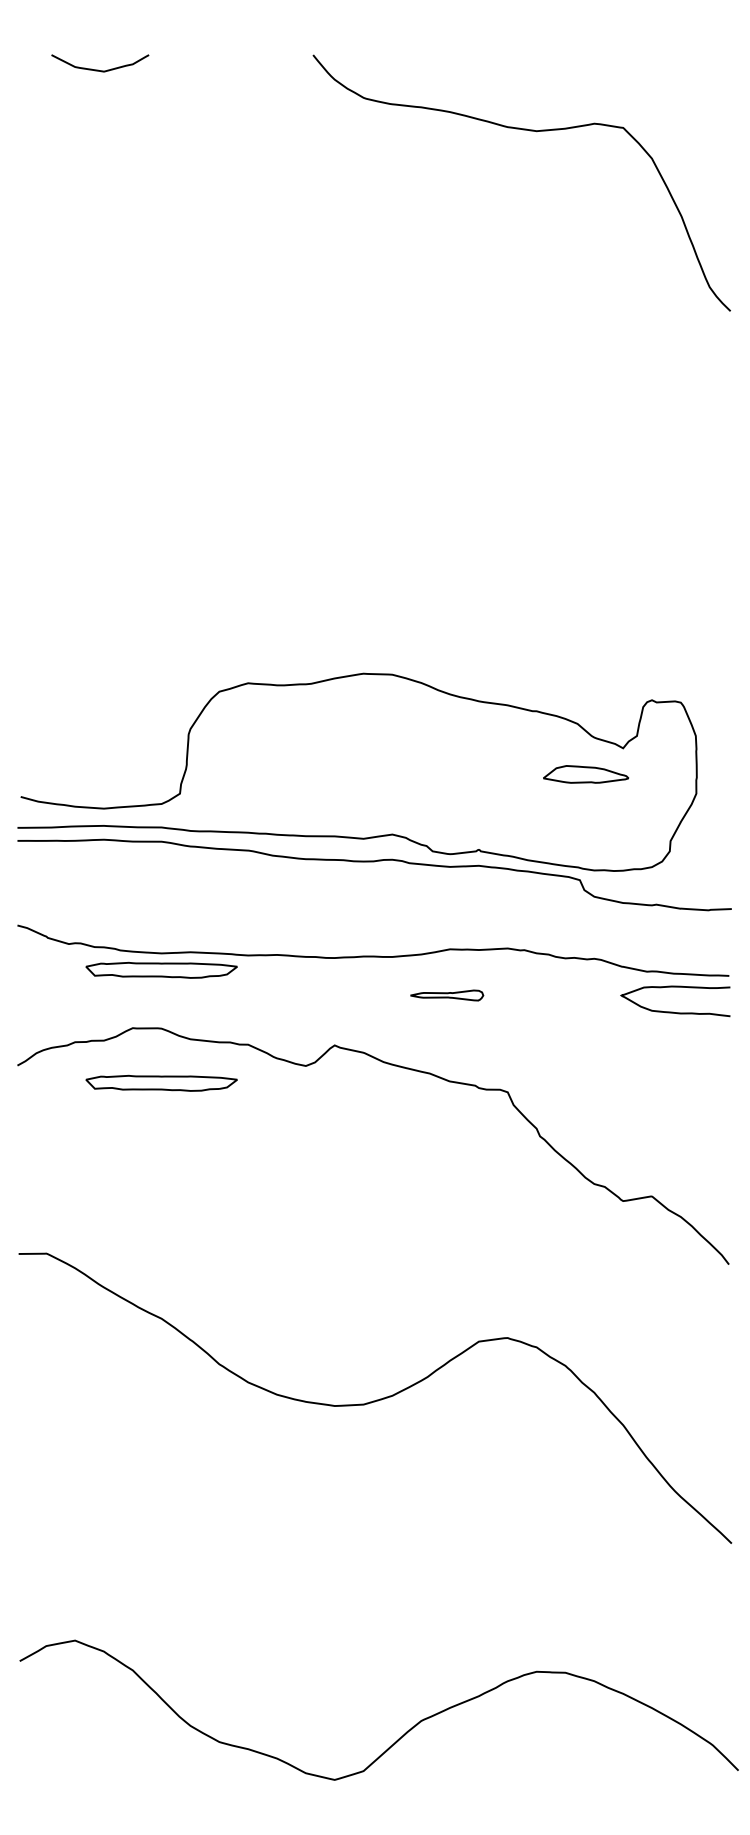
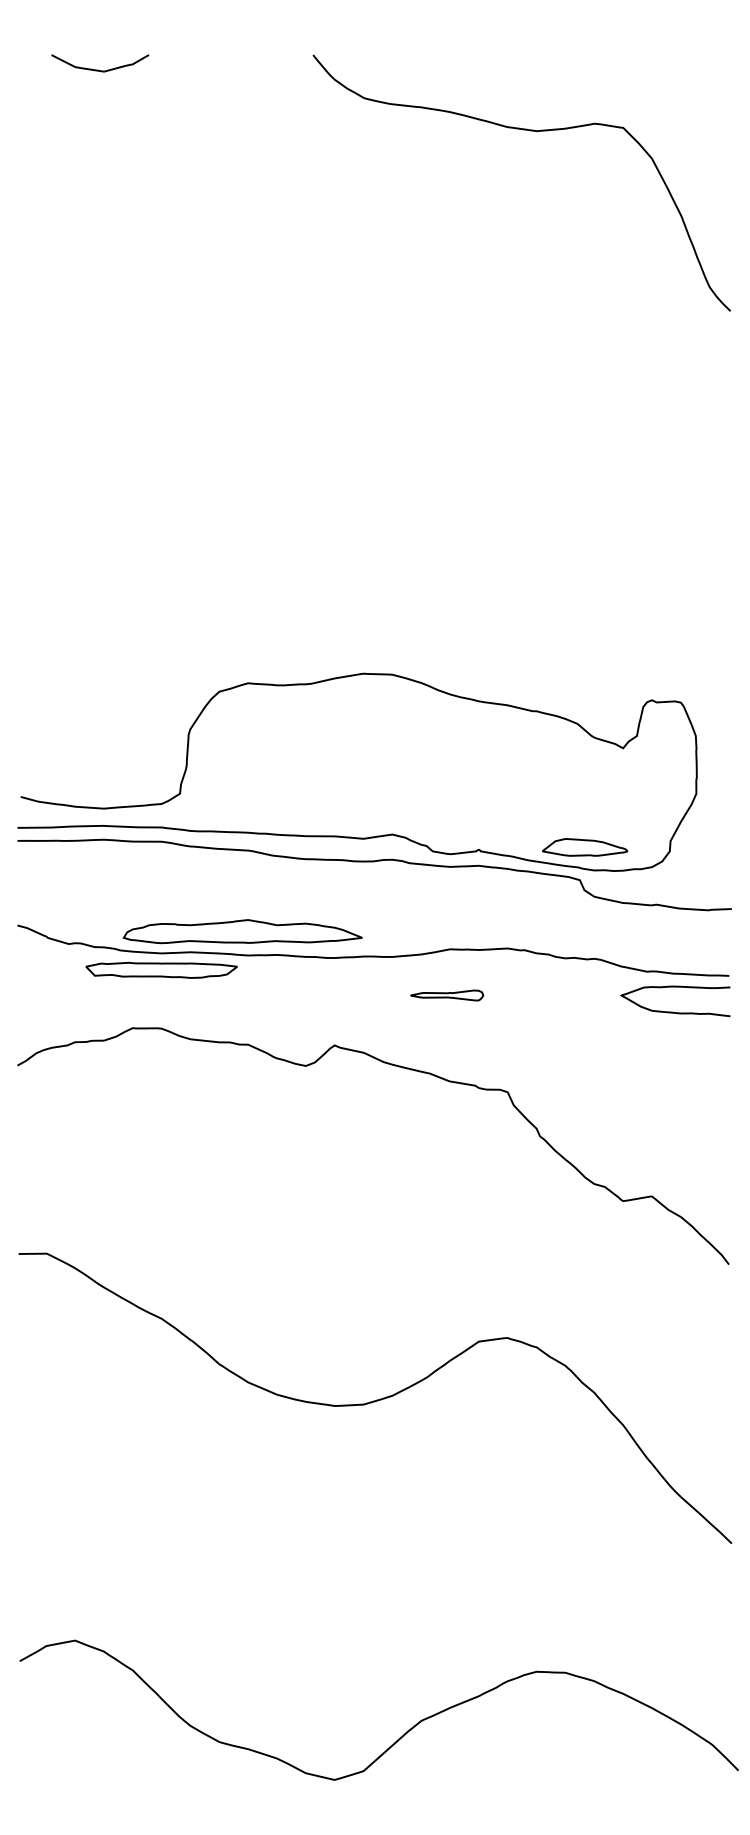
part at (586, 774) position: (586, 774) -> (585, 847)
part at (242, 931): none -> present
part at (161, 1082): present -> none
